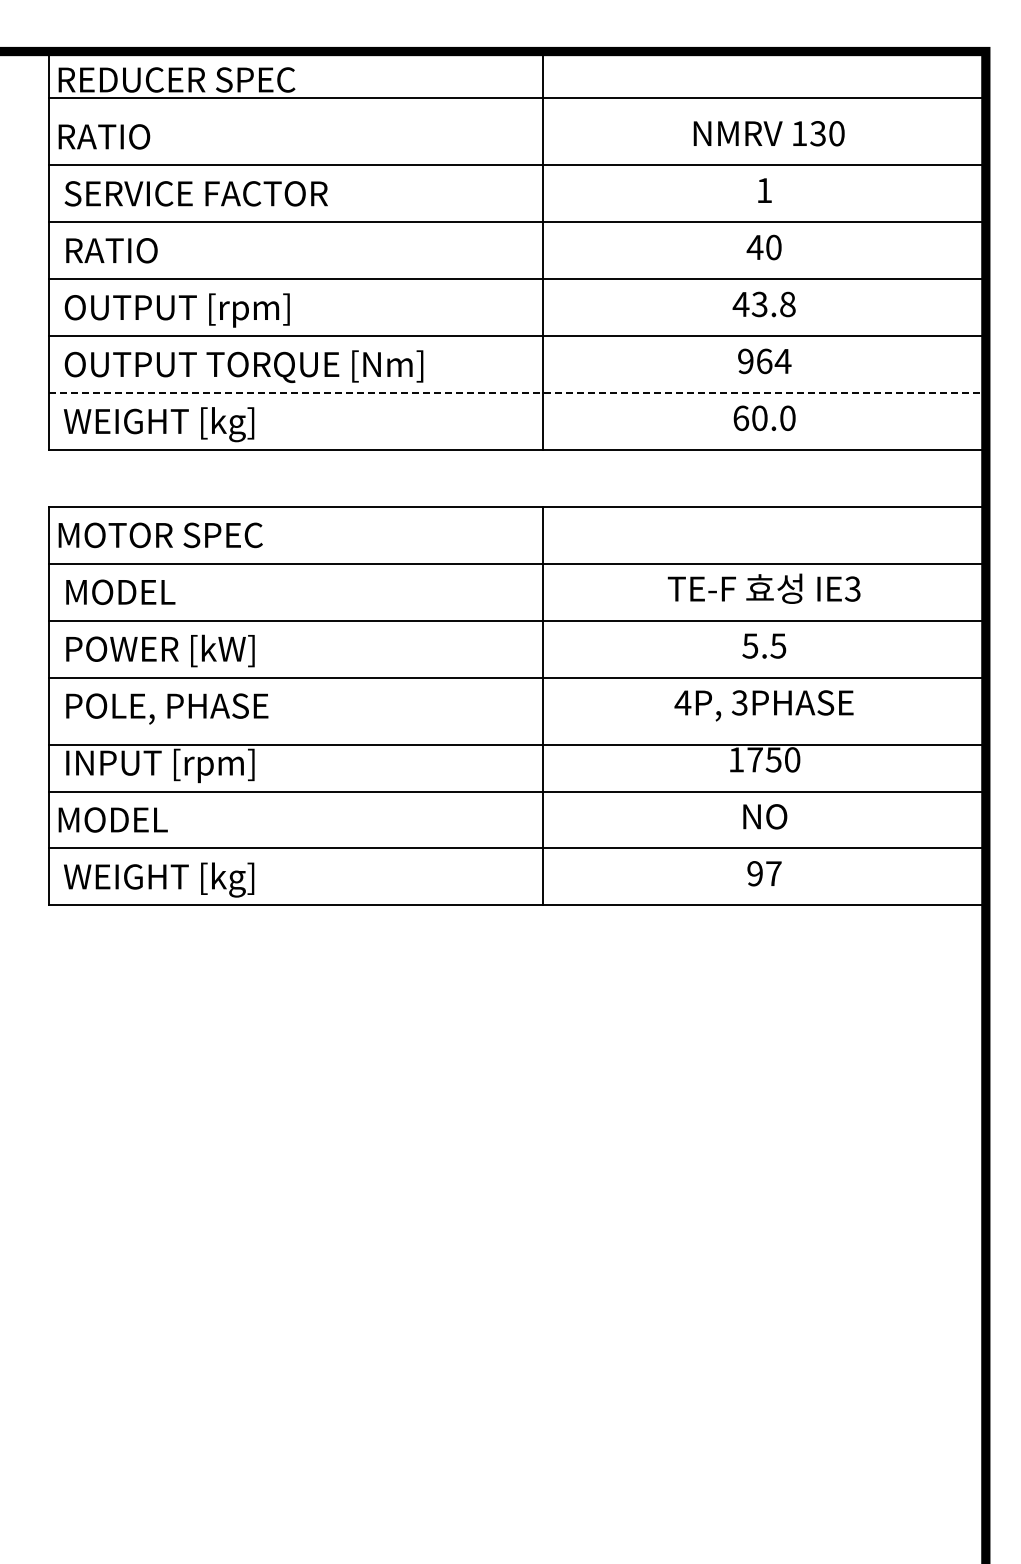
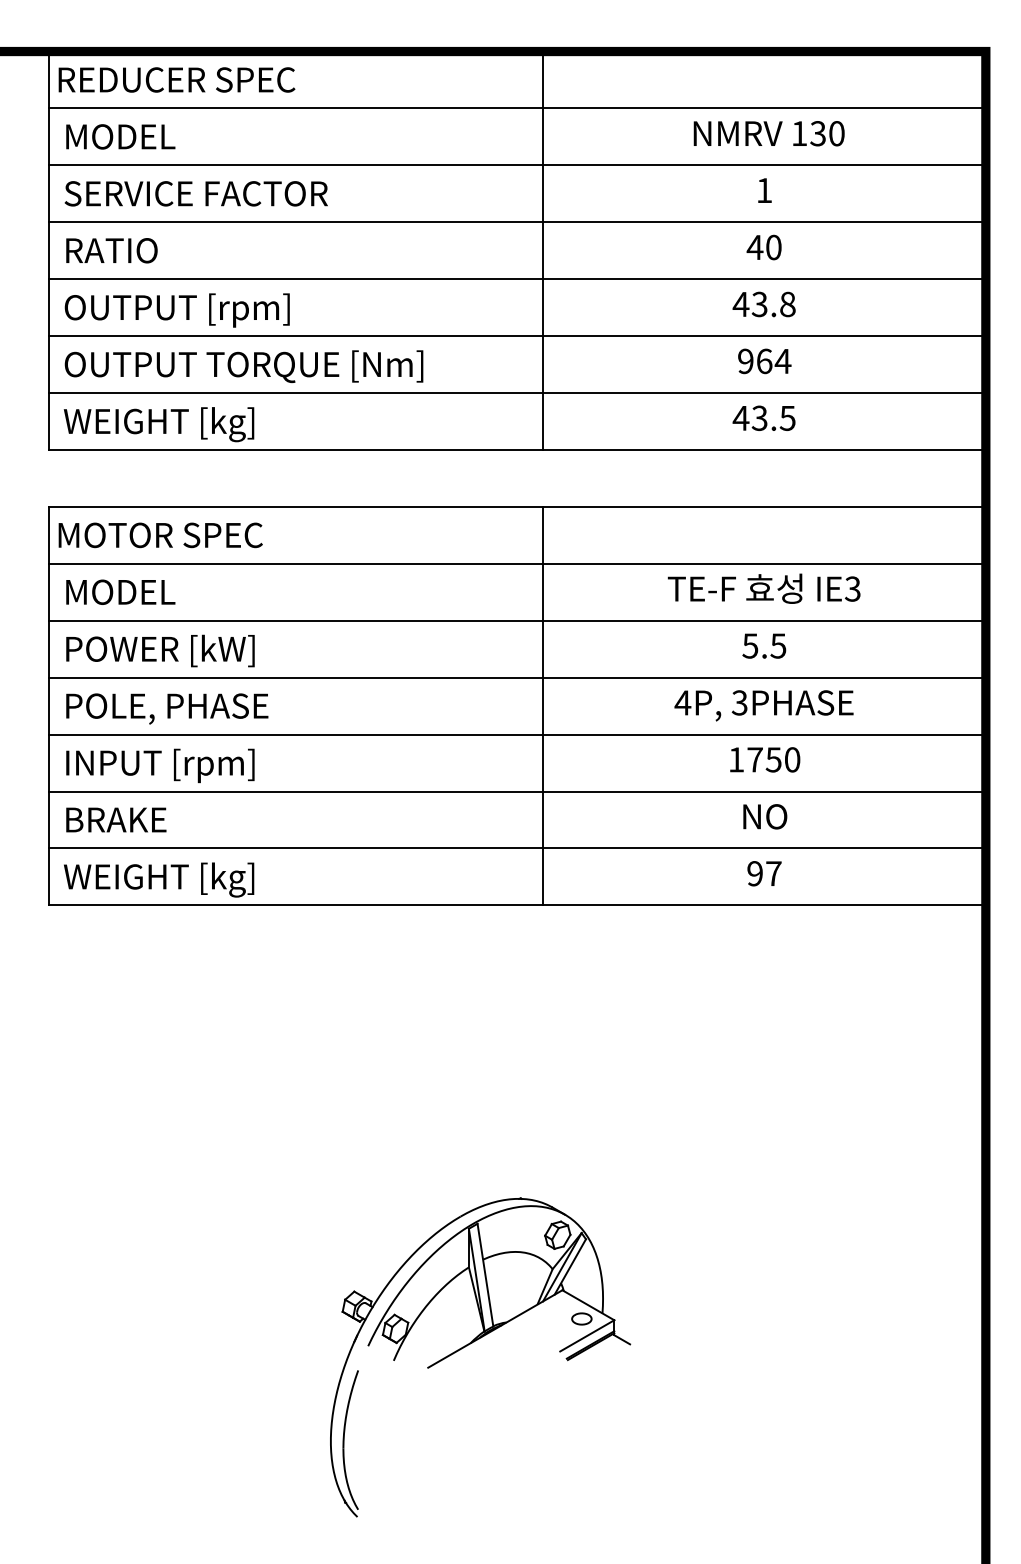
line at (517, 98) position: (517, 98) -> (517, 108)
text at (116, 136): RATIO -> MODEL
line at (518, 393): dashed -> solid
text at (763, 417): 60.0 -> 43.5
line at (517, 744) position: (517, 744) -> (517, 734)
text at (112, 819): MODEL -> BRAKE
part at (472, 1343): none -> present
